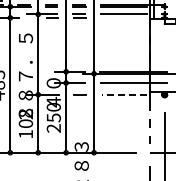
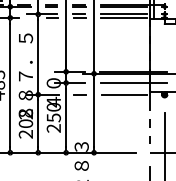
line at (124, 17): none -> present
line at (124, 94): dashed -> solid
text at (25, 134): 108 -> 208
